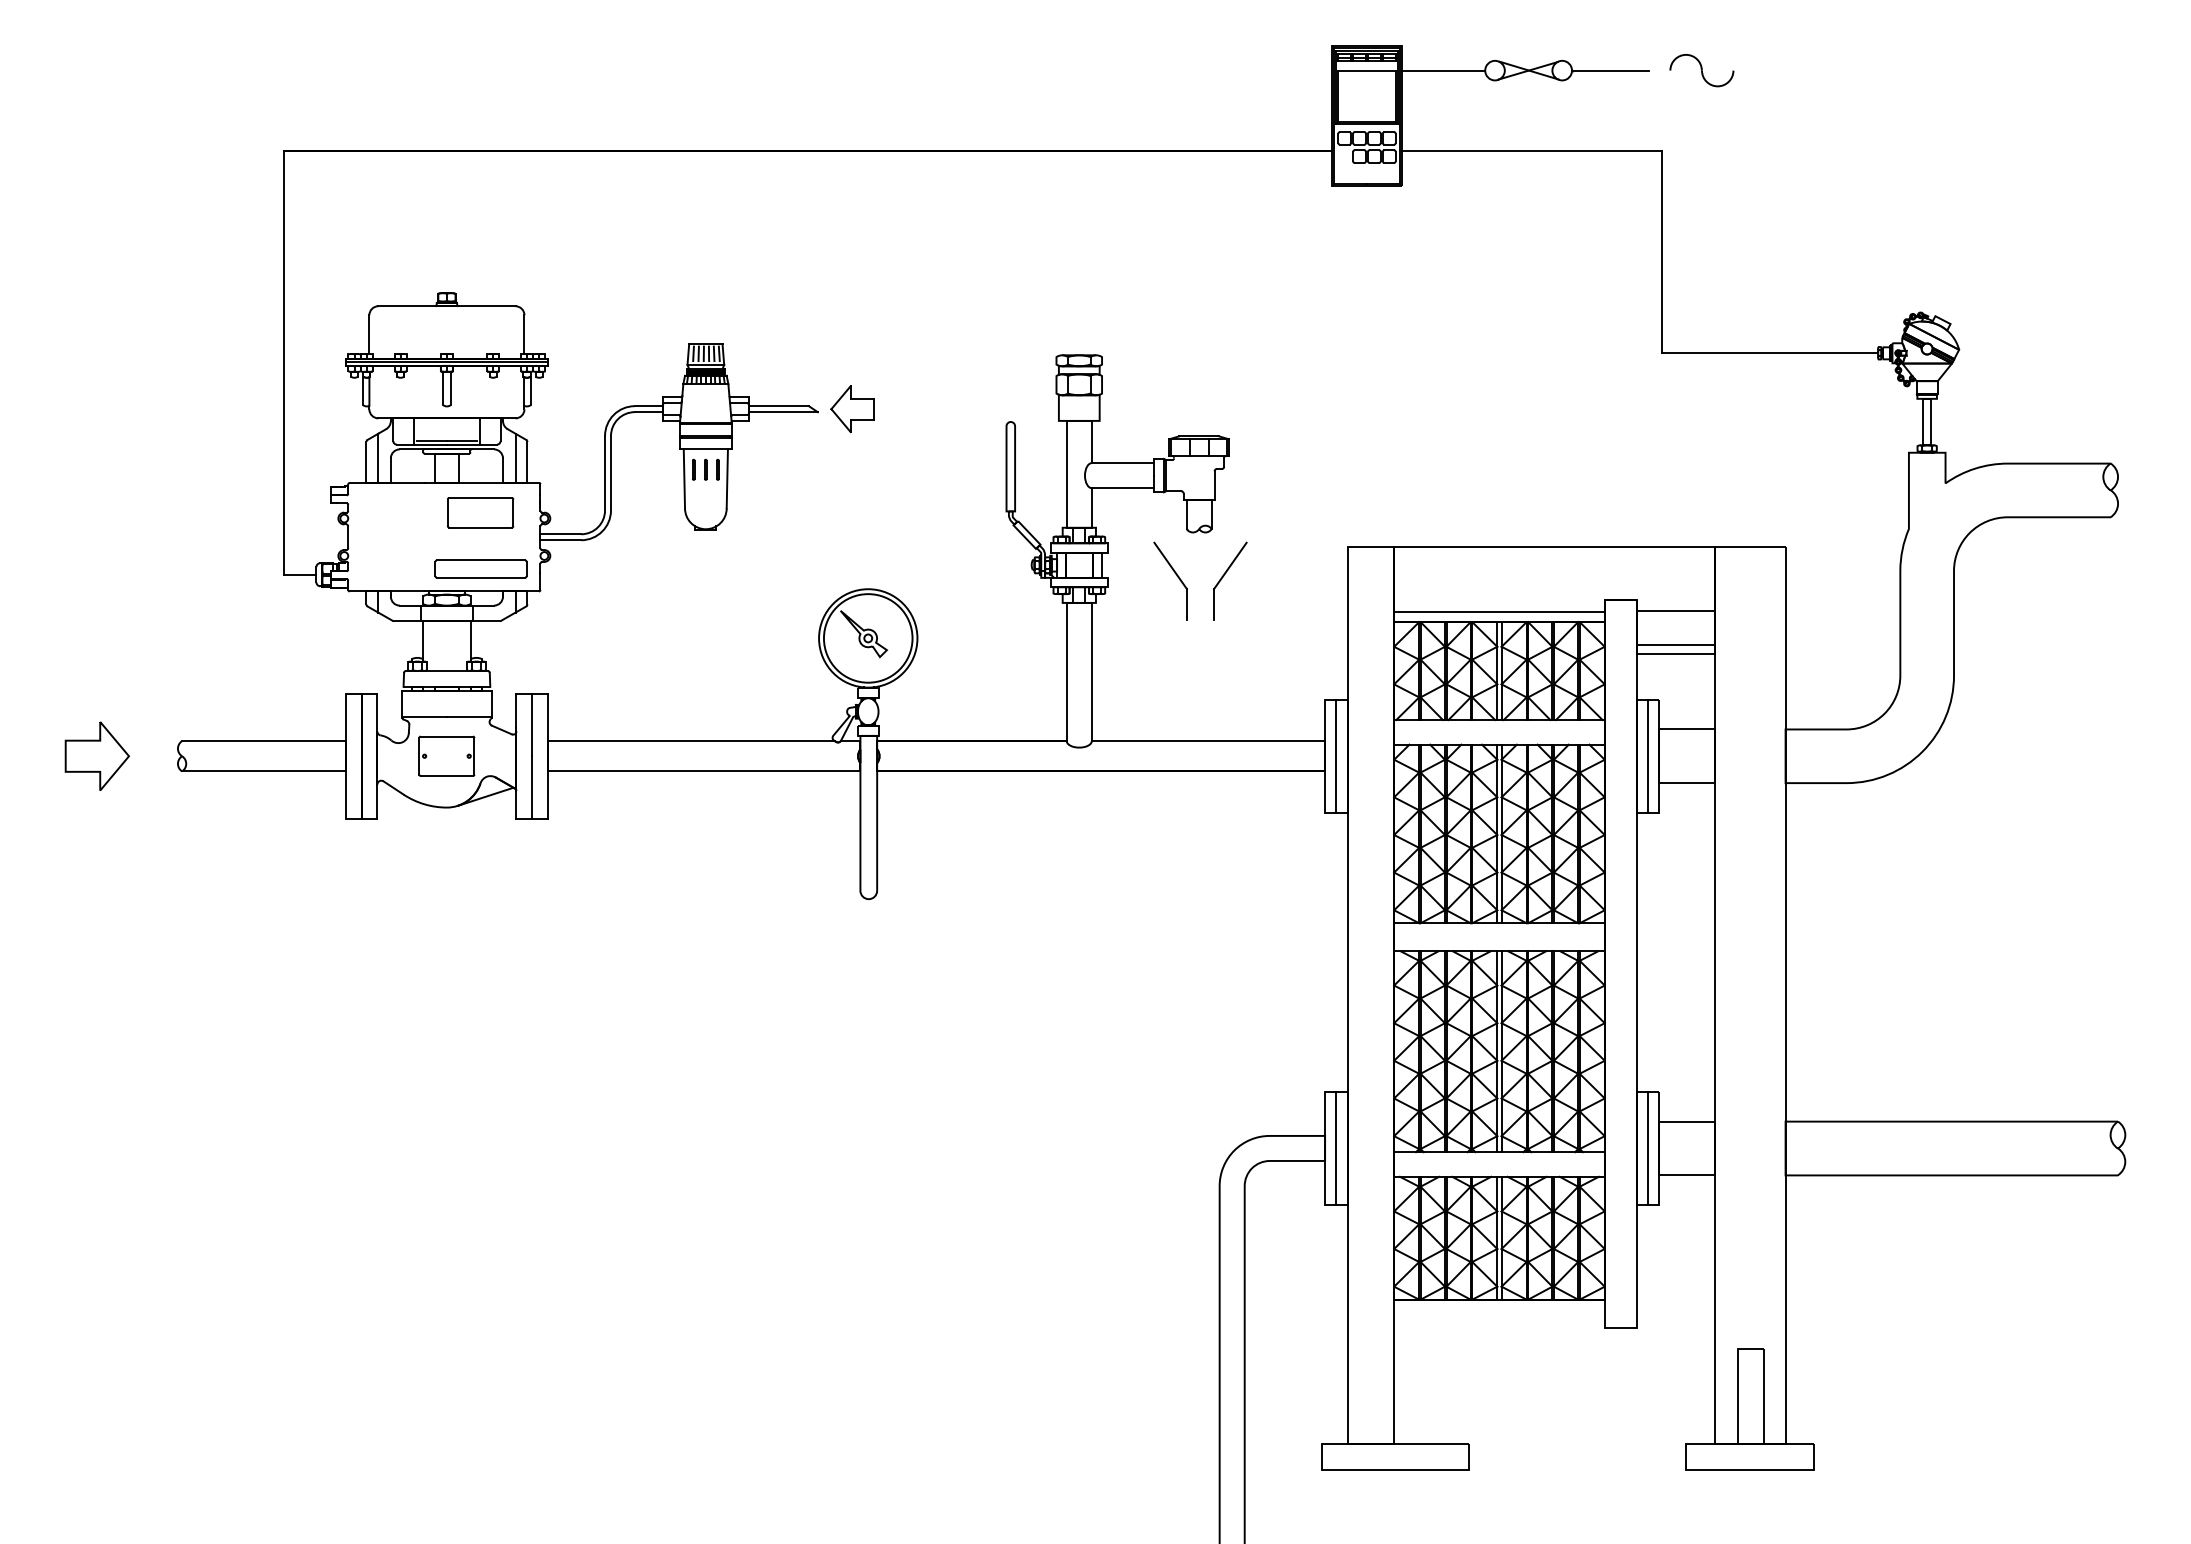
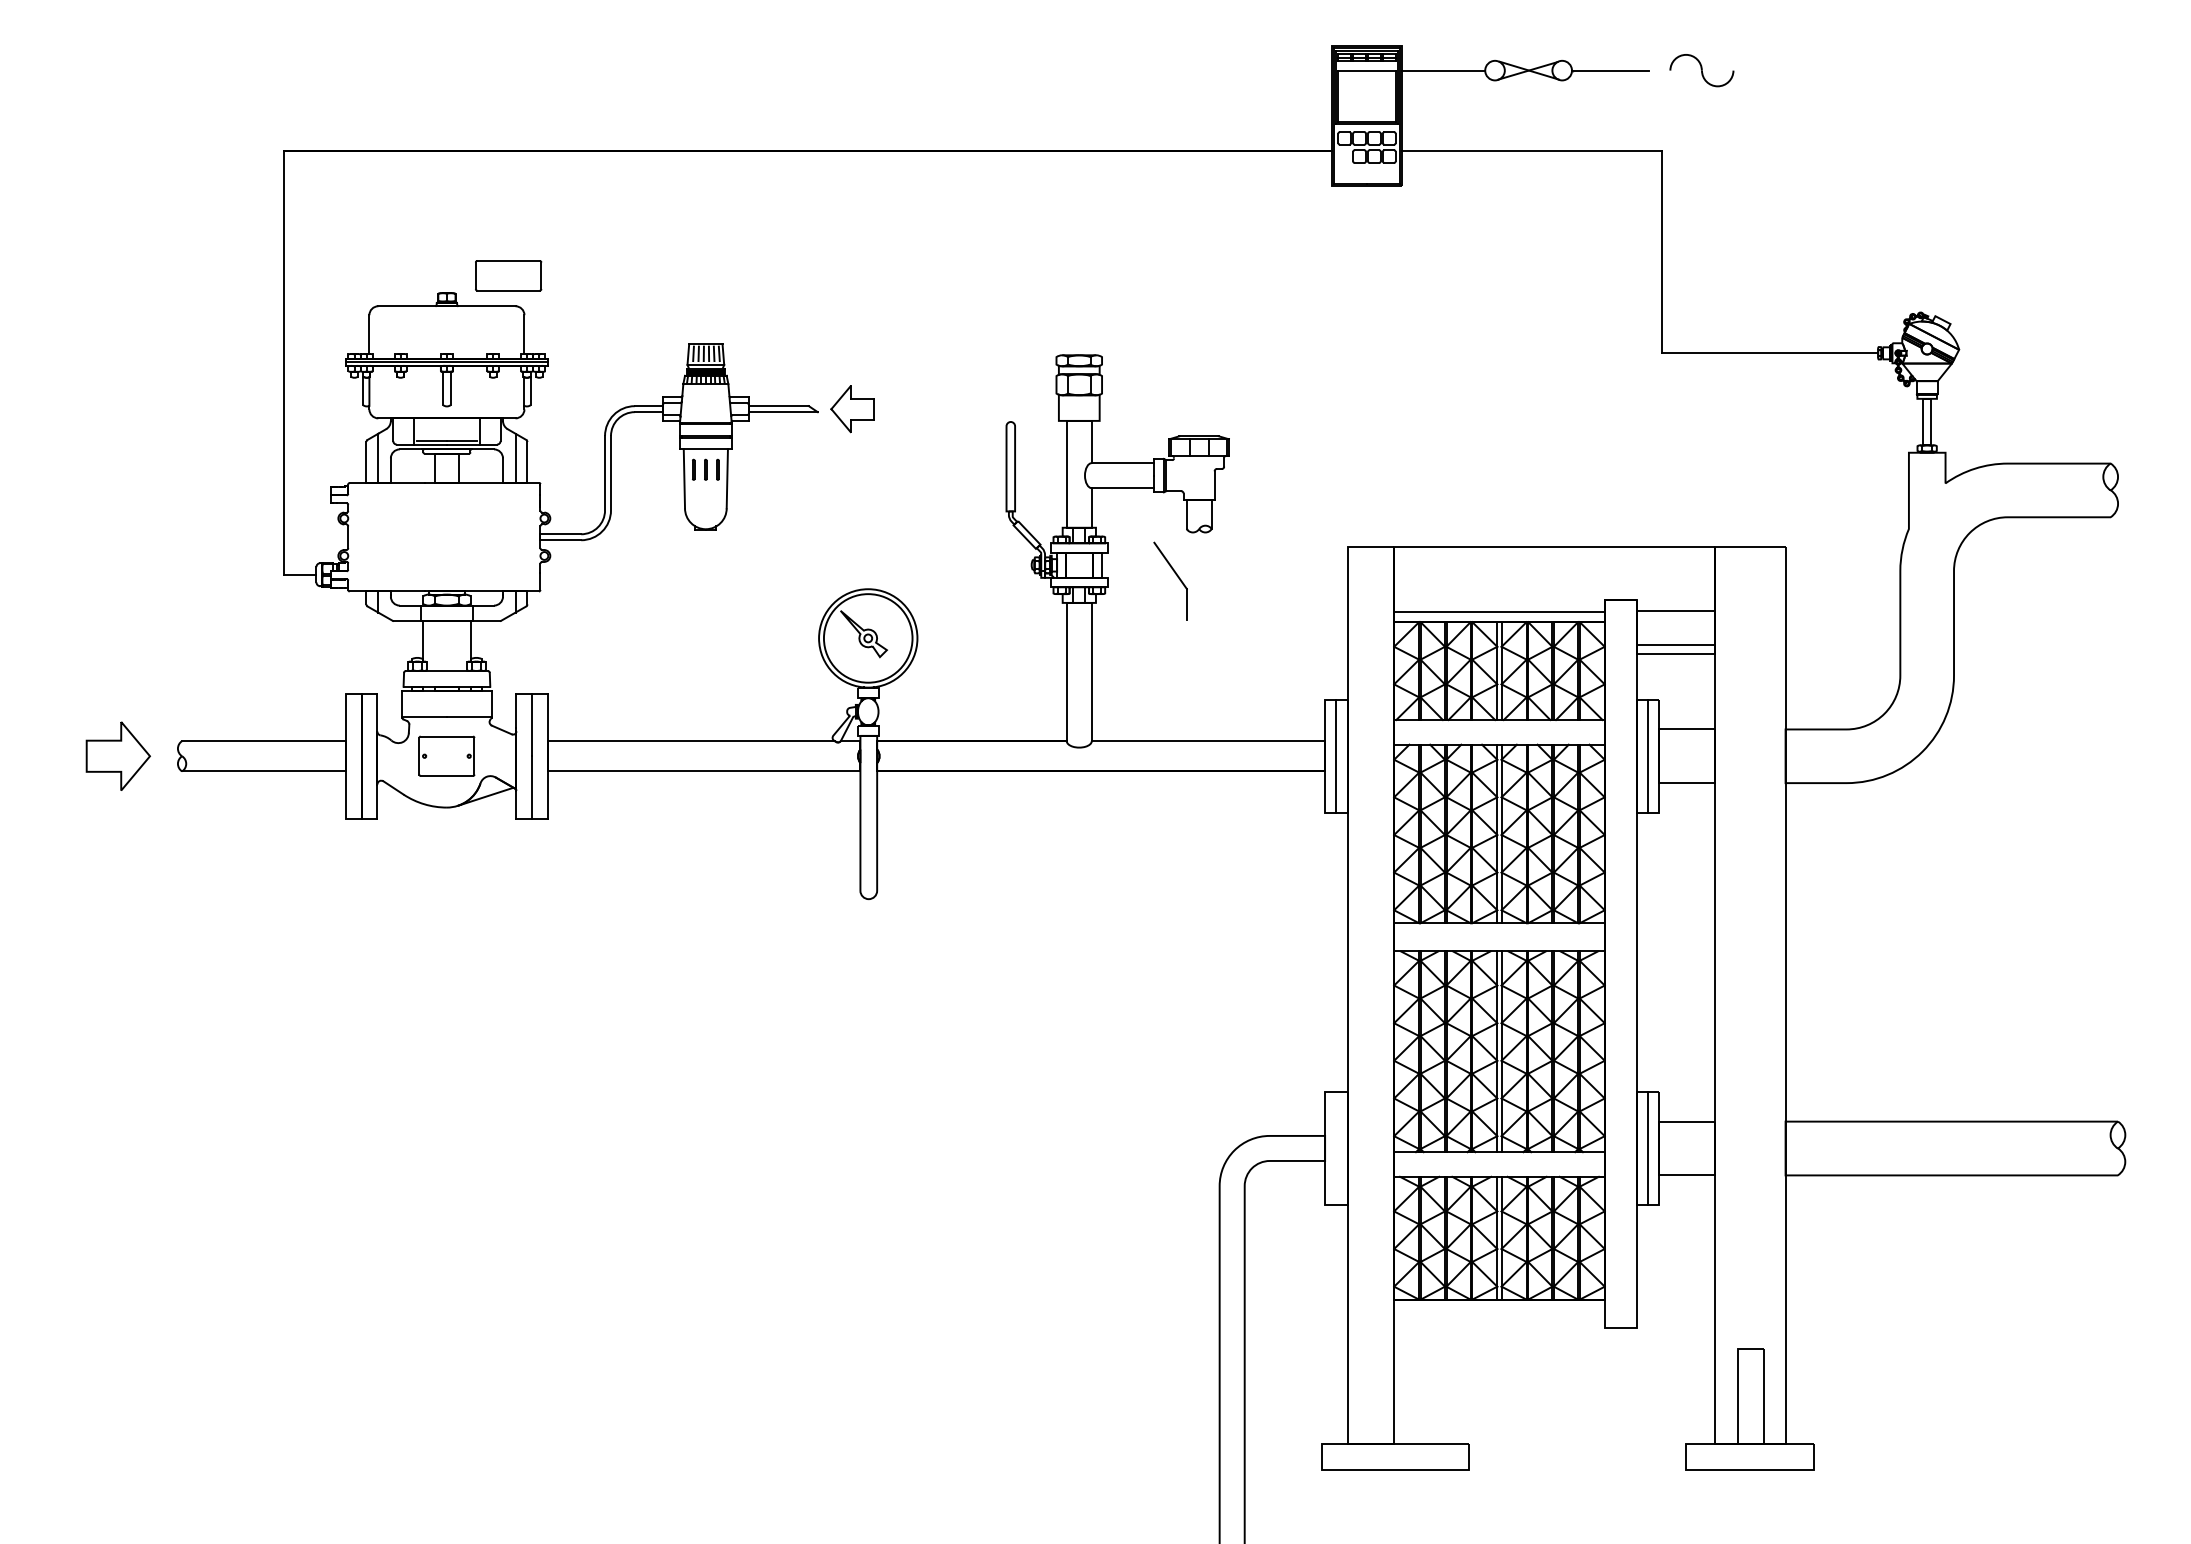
part at (480, 512) position: (480, 512) -> (508, 275)
part at (480, 568): present -> none
part at (1224, 576): present -> none
part at (96, 755) position: (96, 755) -> (117, 755)
line at (1336, 1148): present -> none
